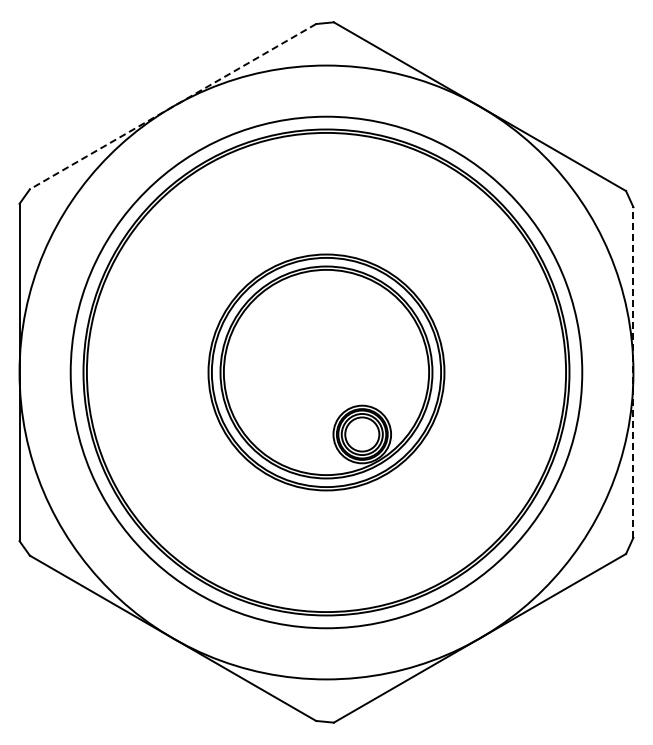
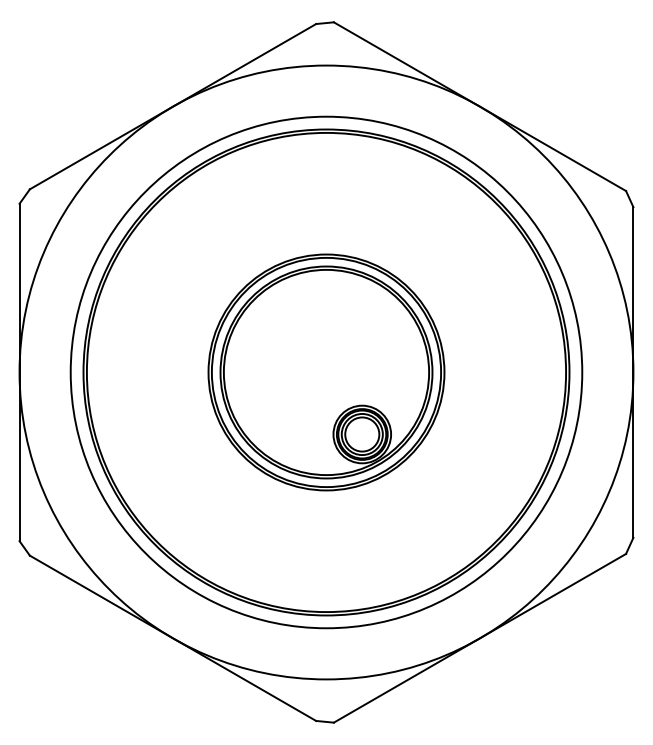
line at (172, 106): dashed -> solid
line at (633, 372): dashed -> solid
